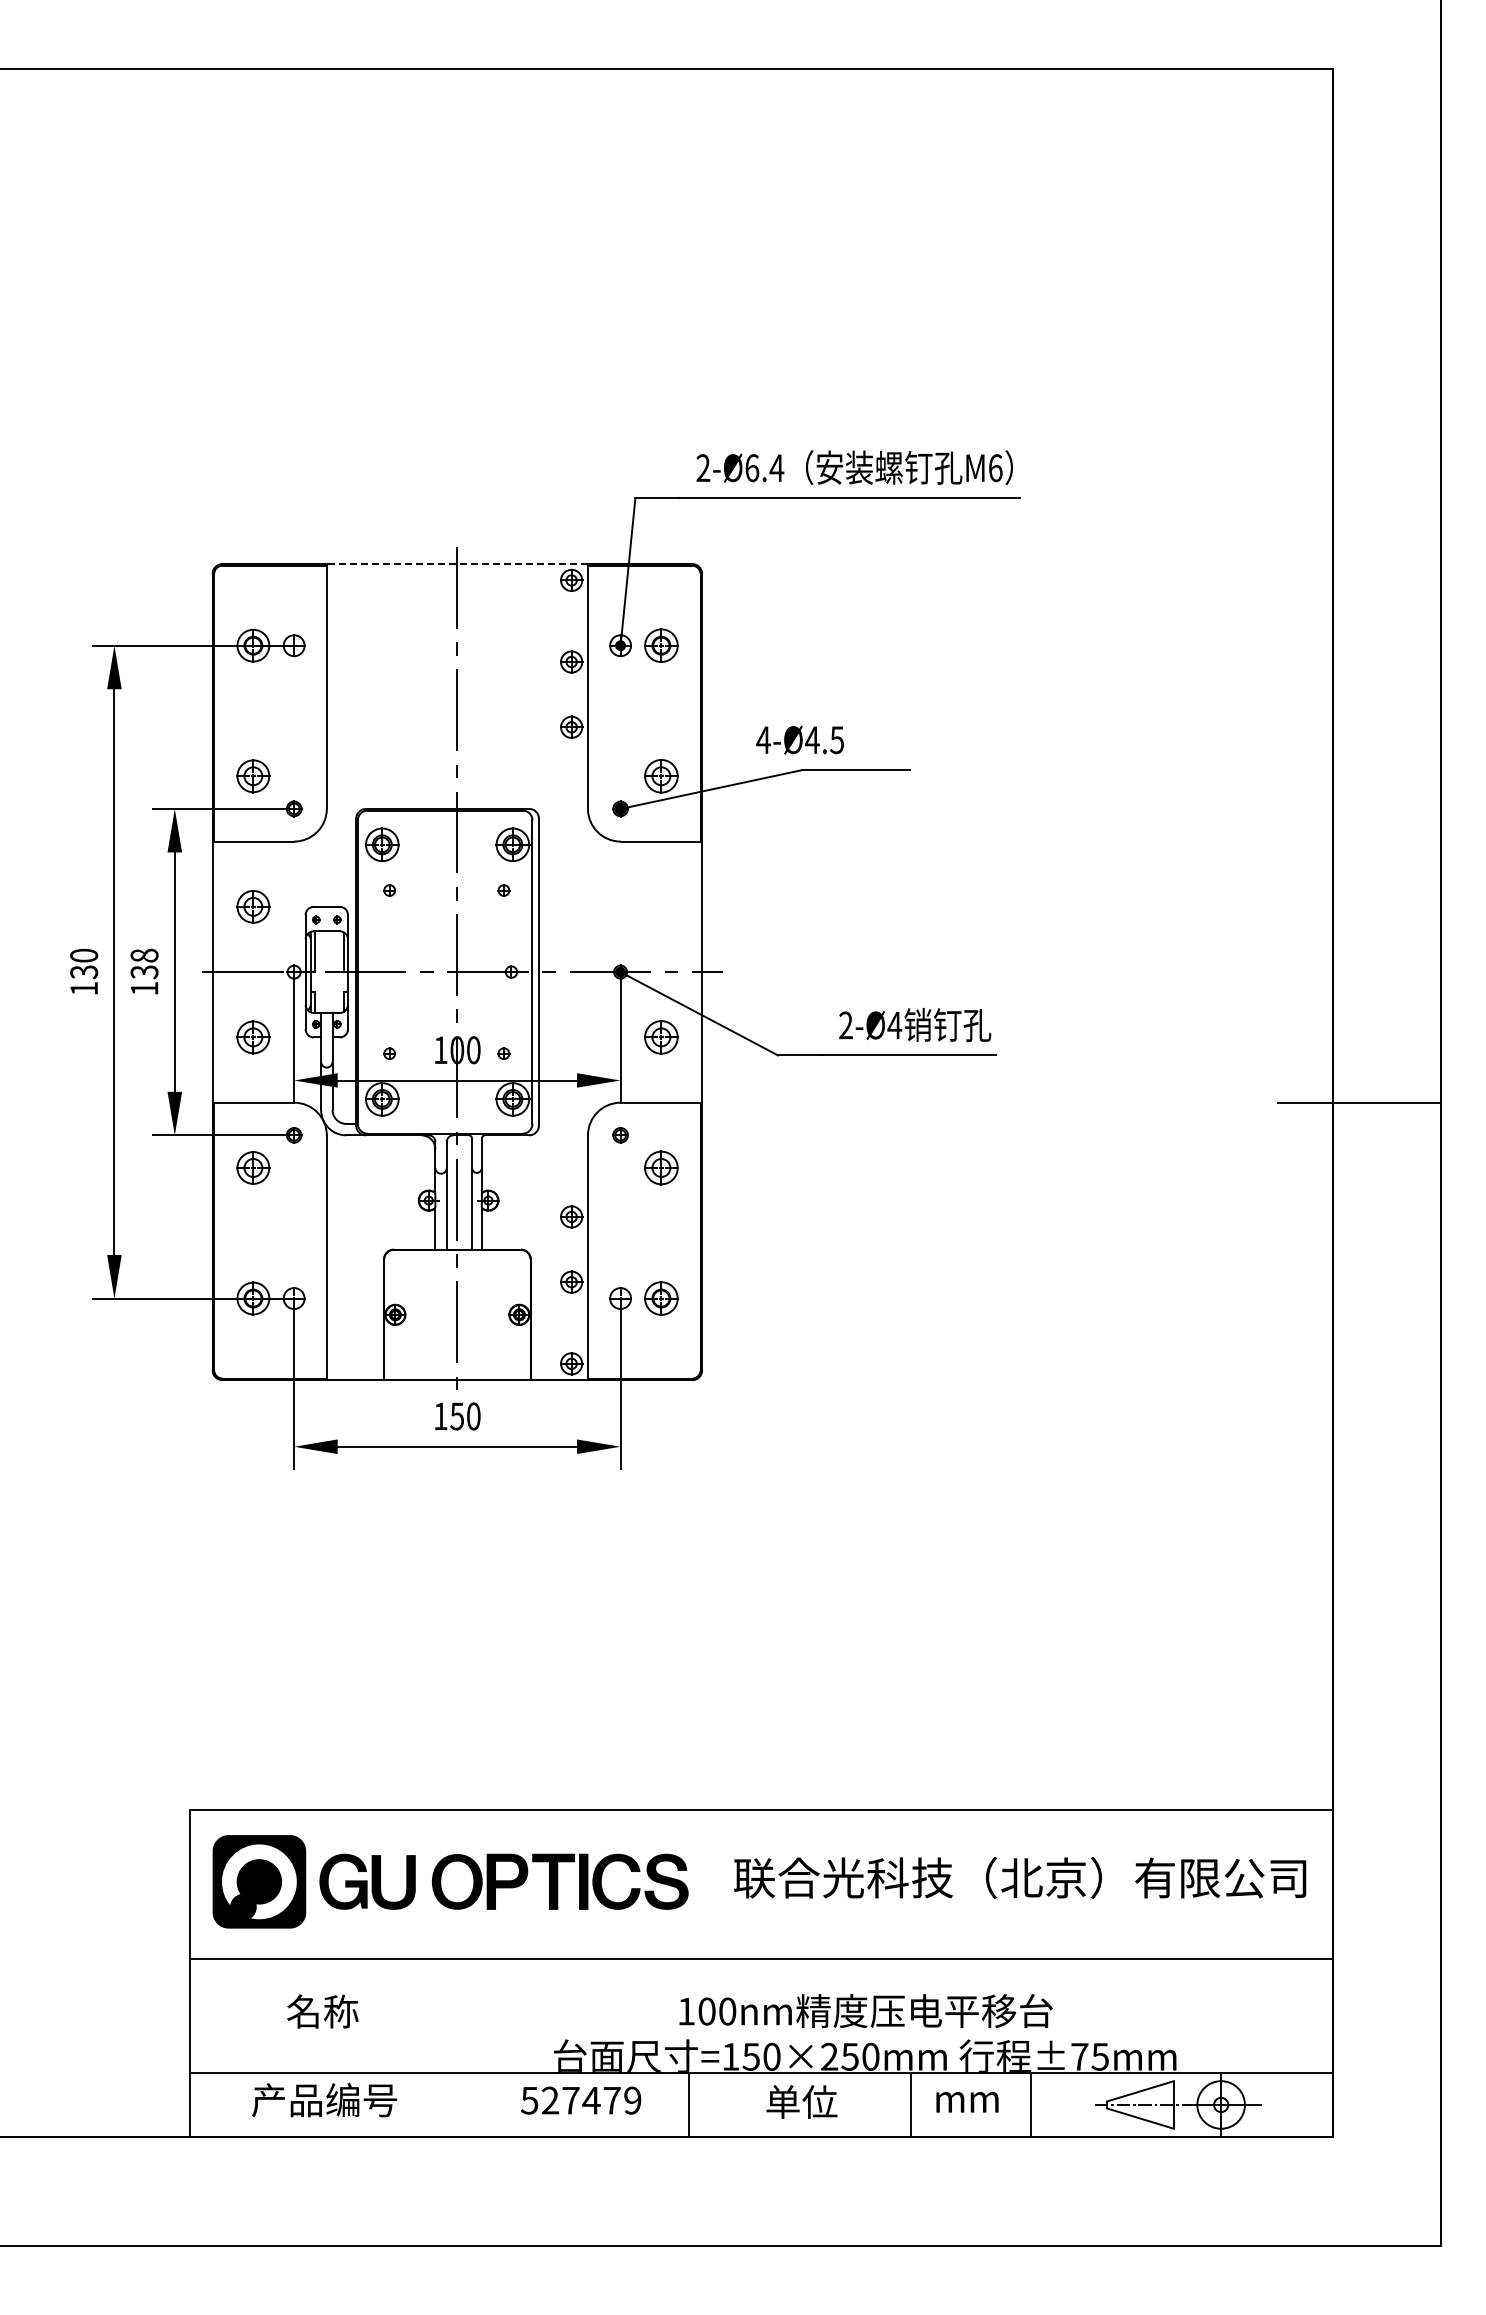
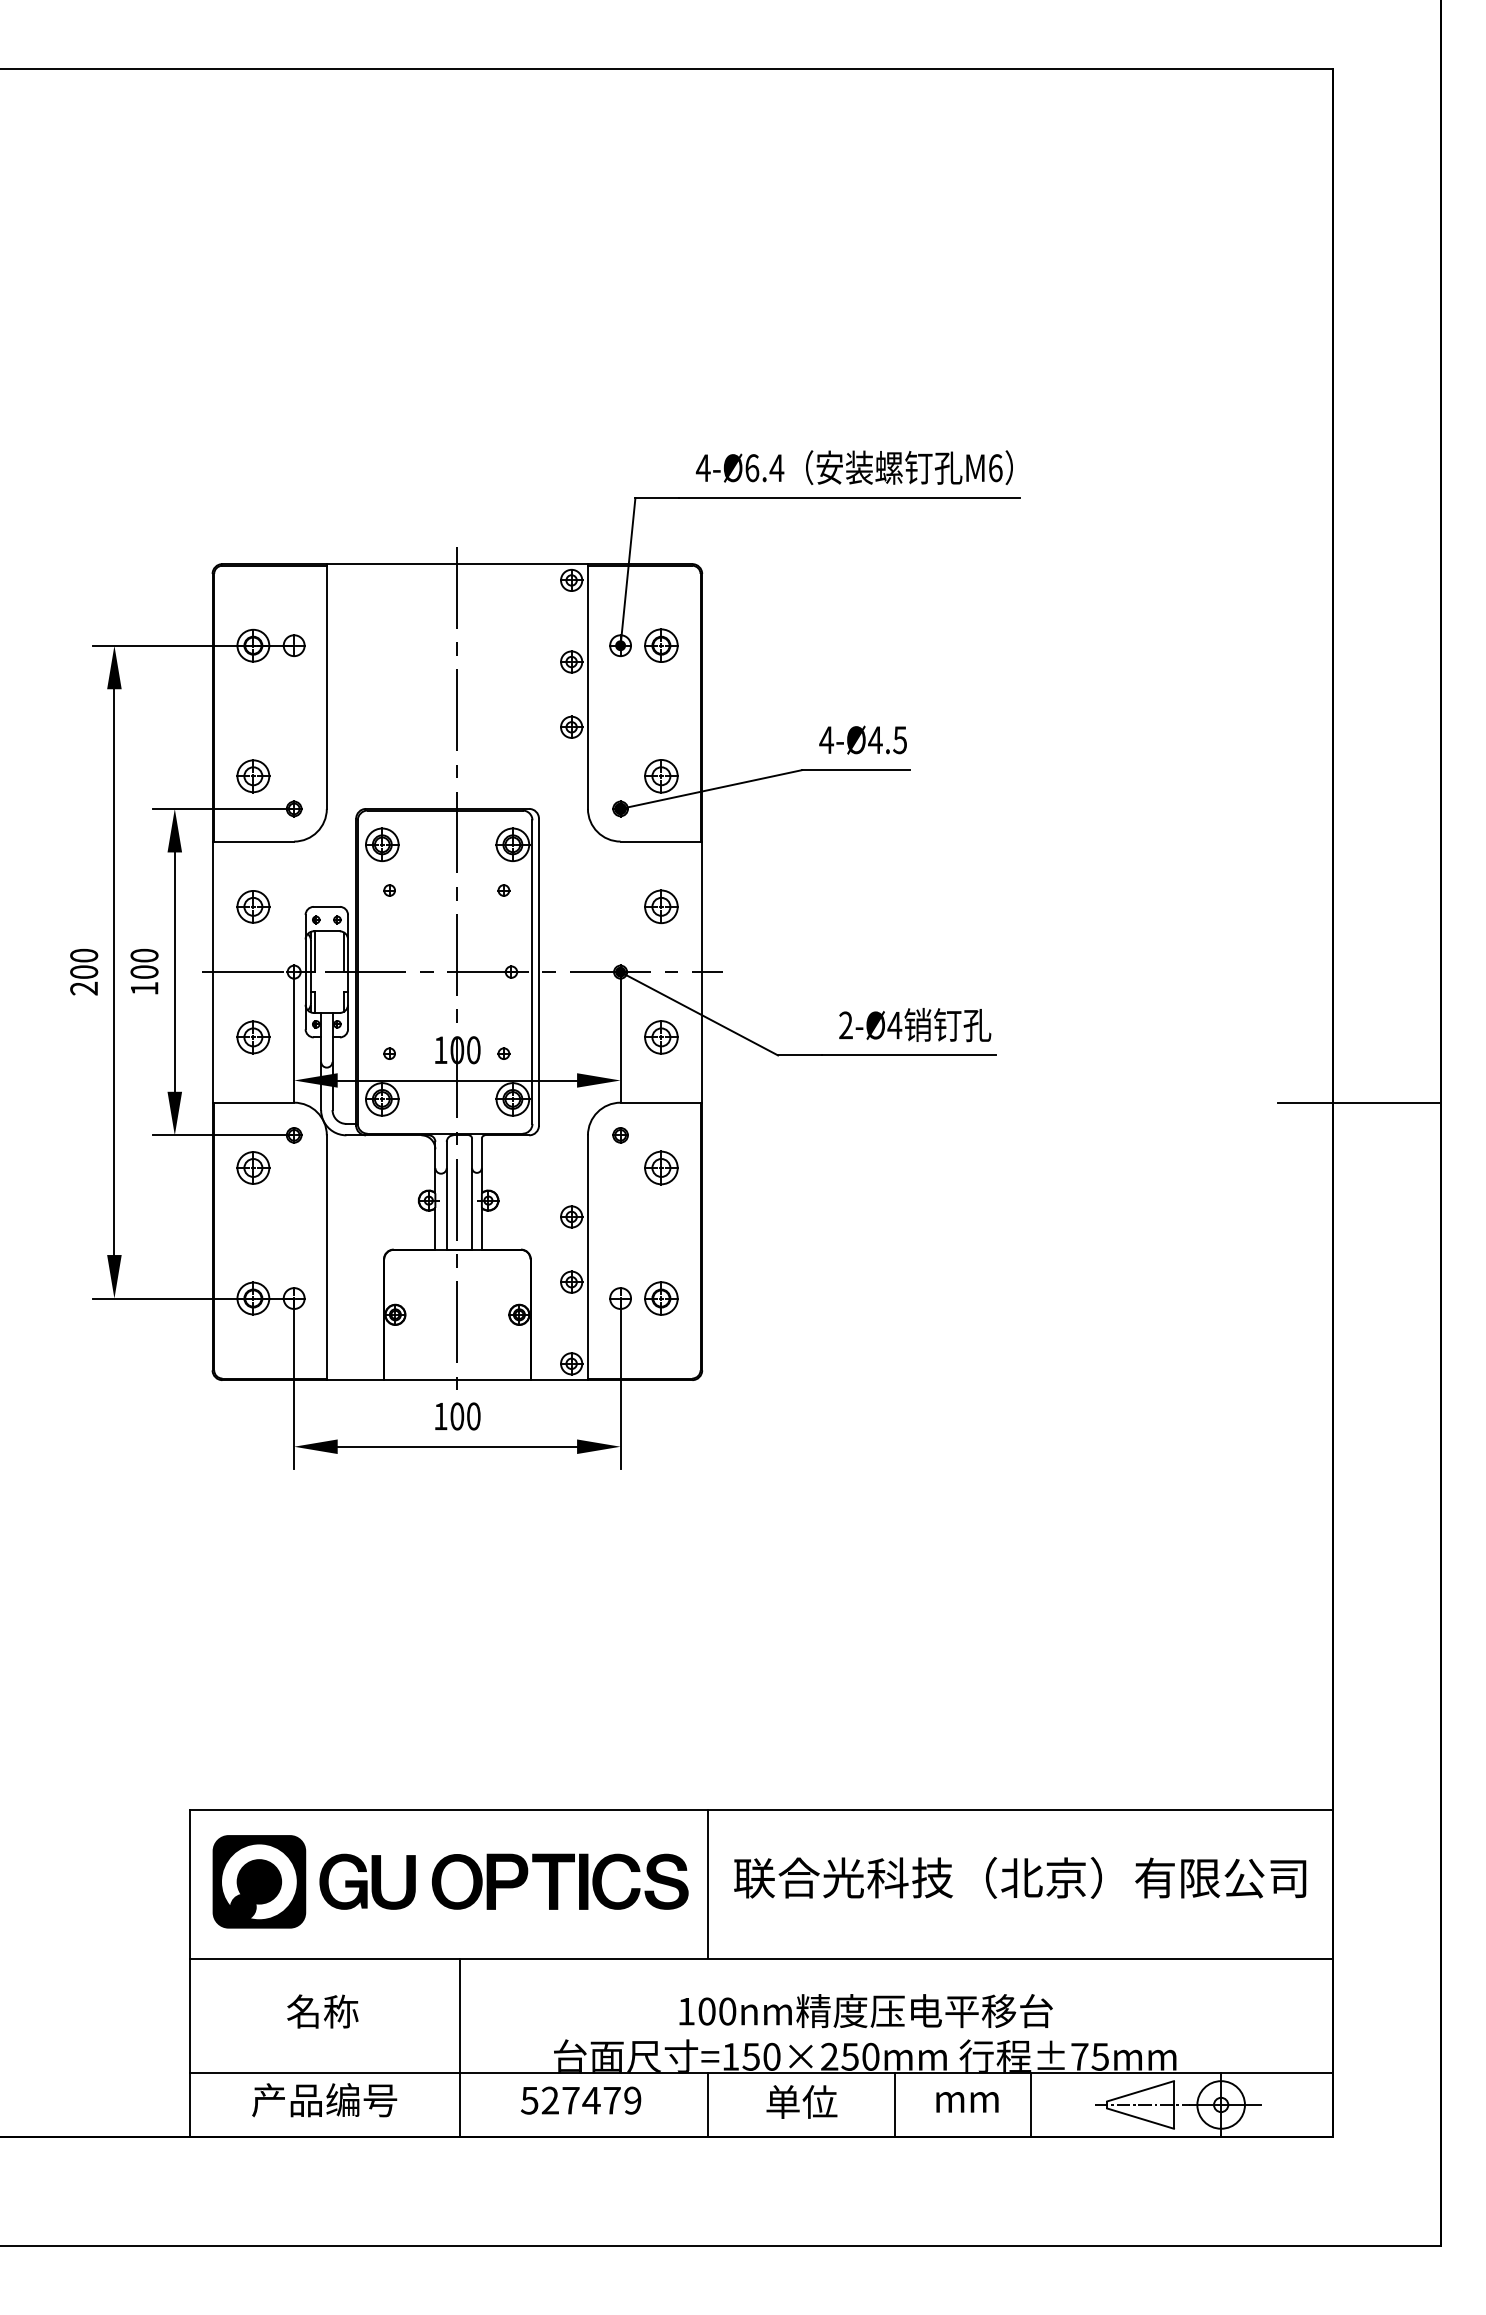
text at (702, 467): 2-Ø6.4 -> 4-Ø6.4
line at (457, 564): dashed -> solid
text at (799, 739) position: (799, 739) -> (862, 739)
part at (661, 906): none -> present
text at (144, 963): 138 -> 100
text at (84, 980): 130 -> 200
text at (457, 1416): 150 -> 100
line at (708, 1883): none -> present
line at (459, 2047): none -> present
line at (689, 2104) position: (689, 2104) -> (708, 2104)
line at (910, 2104) position: (910, 2104) -> (894, 2104)
